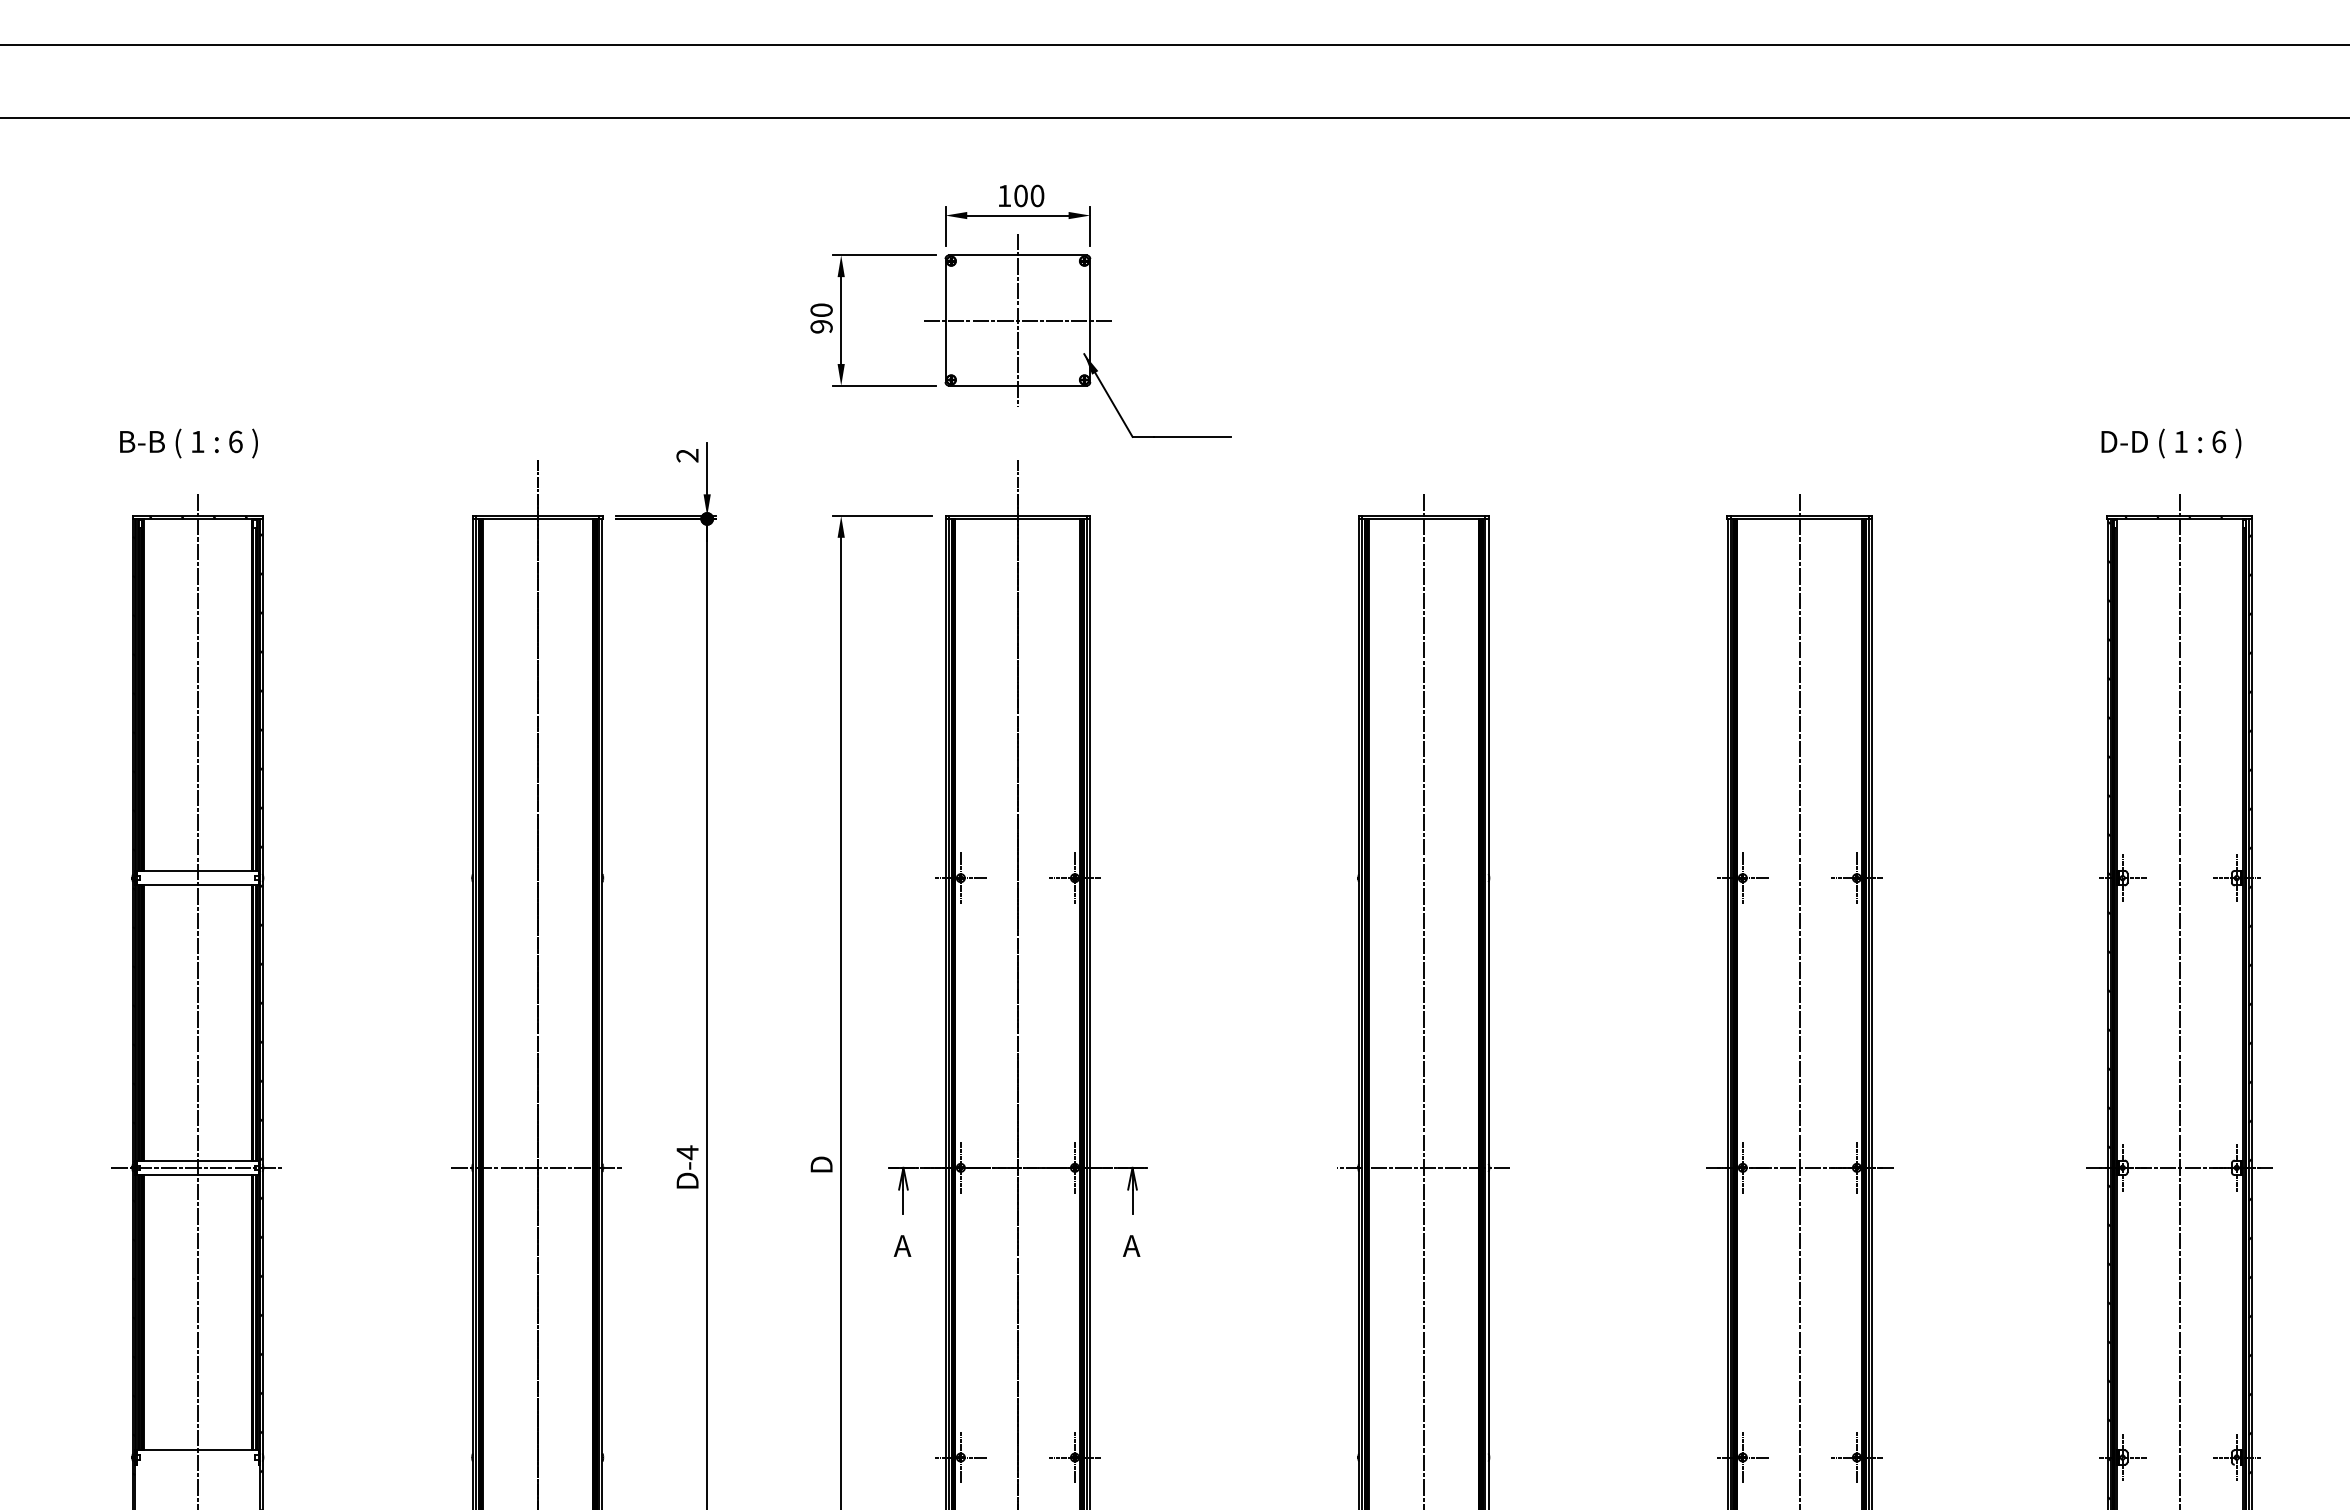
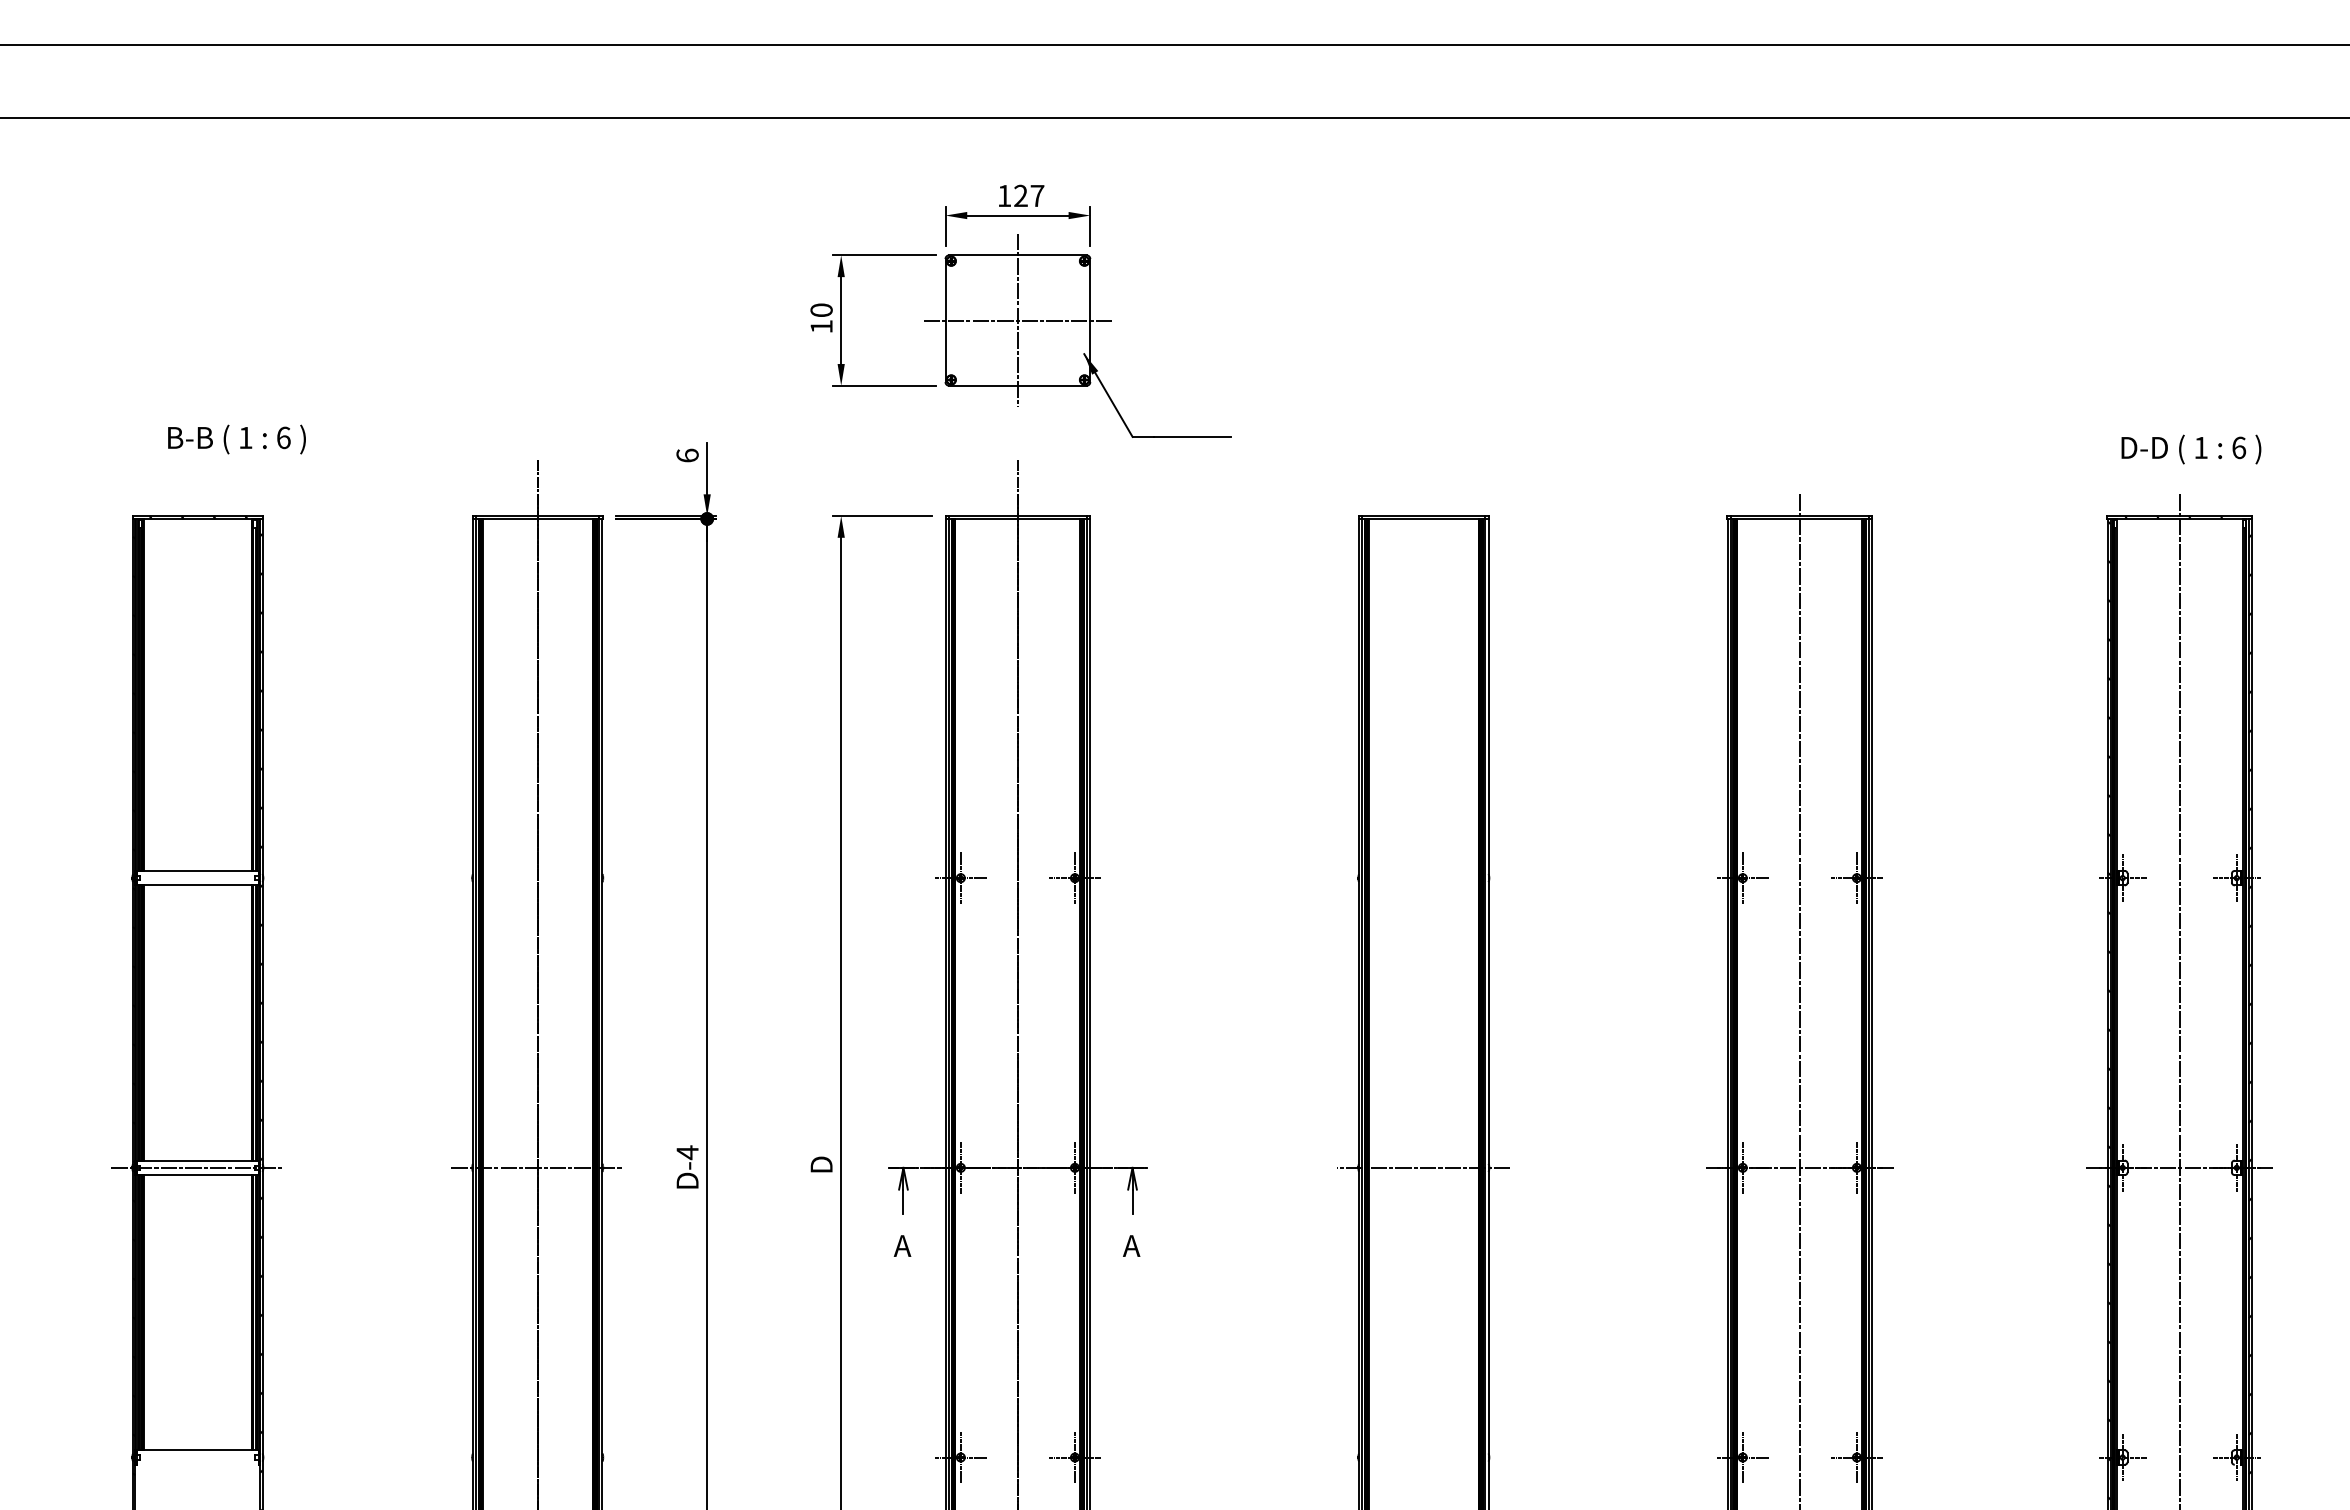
text at (1029, 195): 100 -> 127
text at (821, 326): 90 -> 10
text at (188, 443) position: (188, 443) -> (236, 439)
text at (2171, 443) position: (2171, 443) -> (2191, 449)
text at (687, 455): 2 -> 6
line at (197, 1000): present -> none
line at (1423, 1000): present -> none
